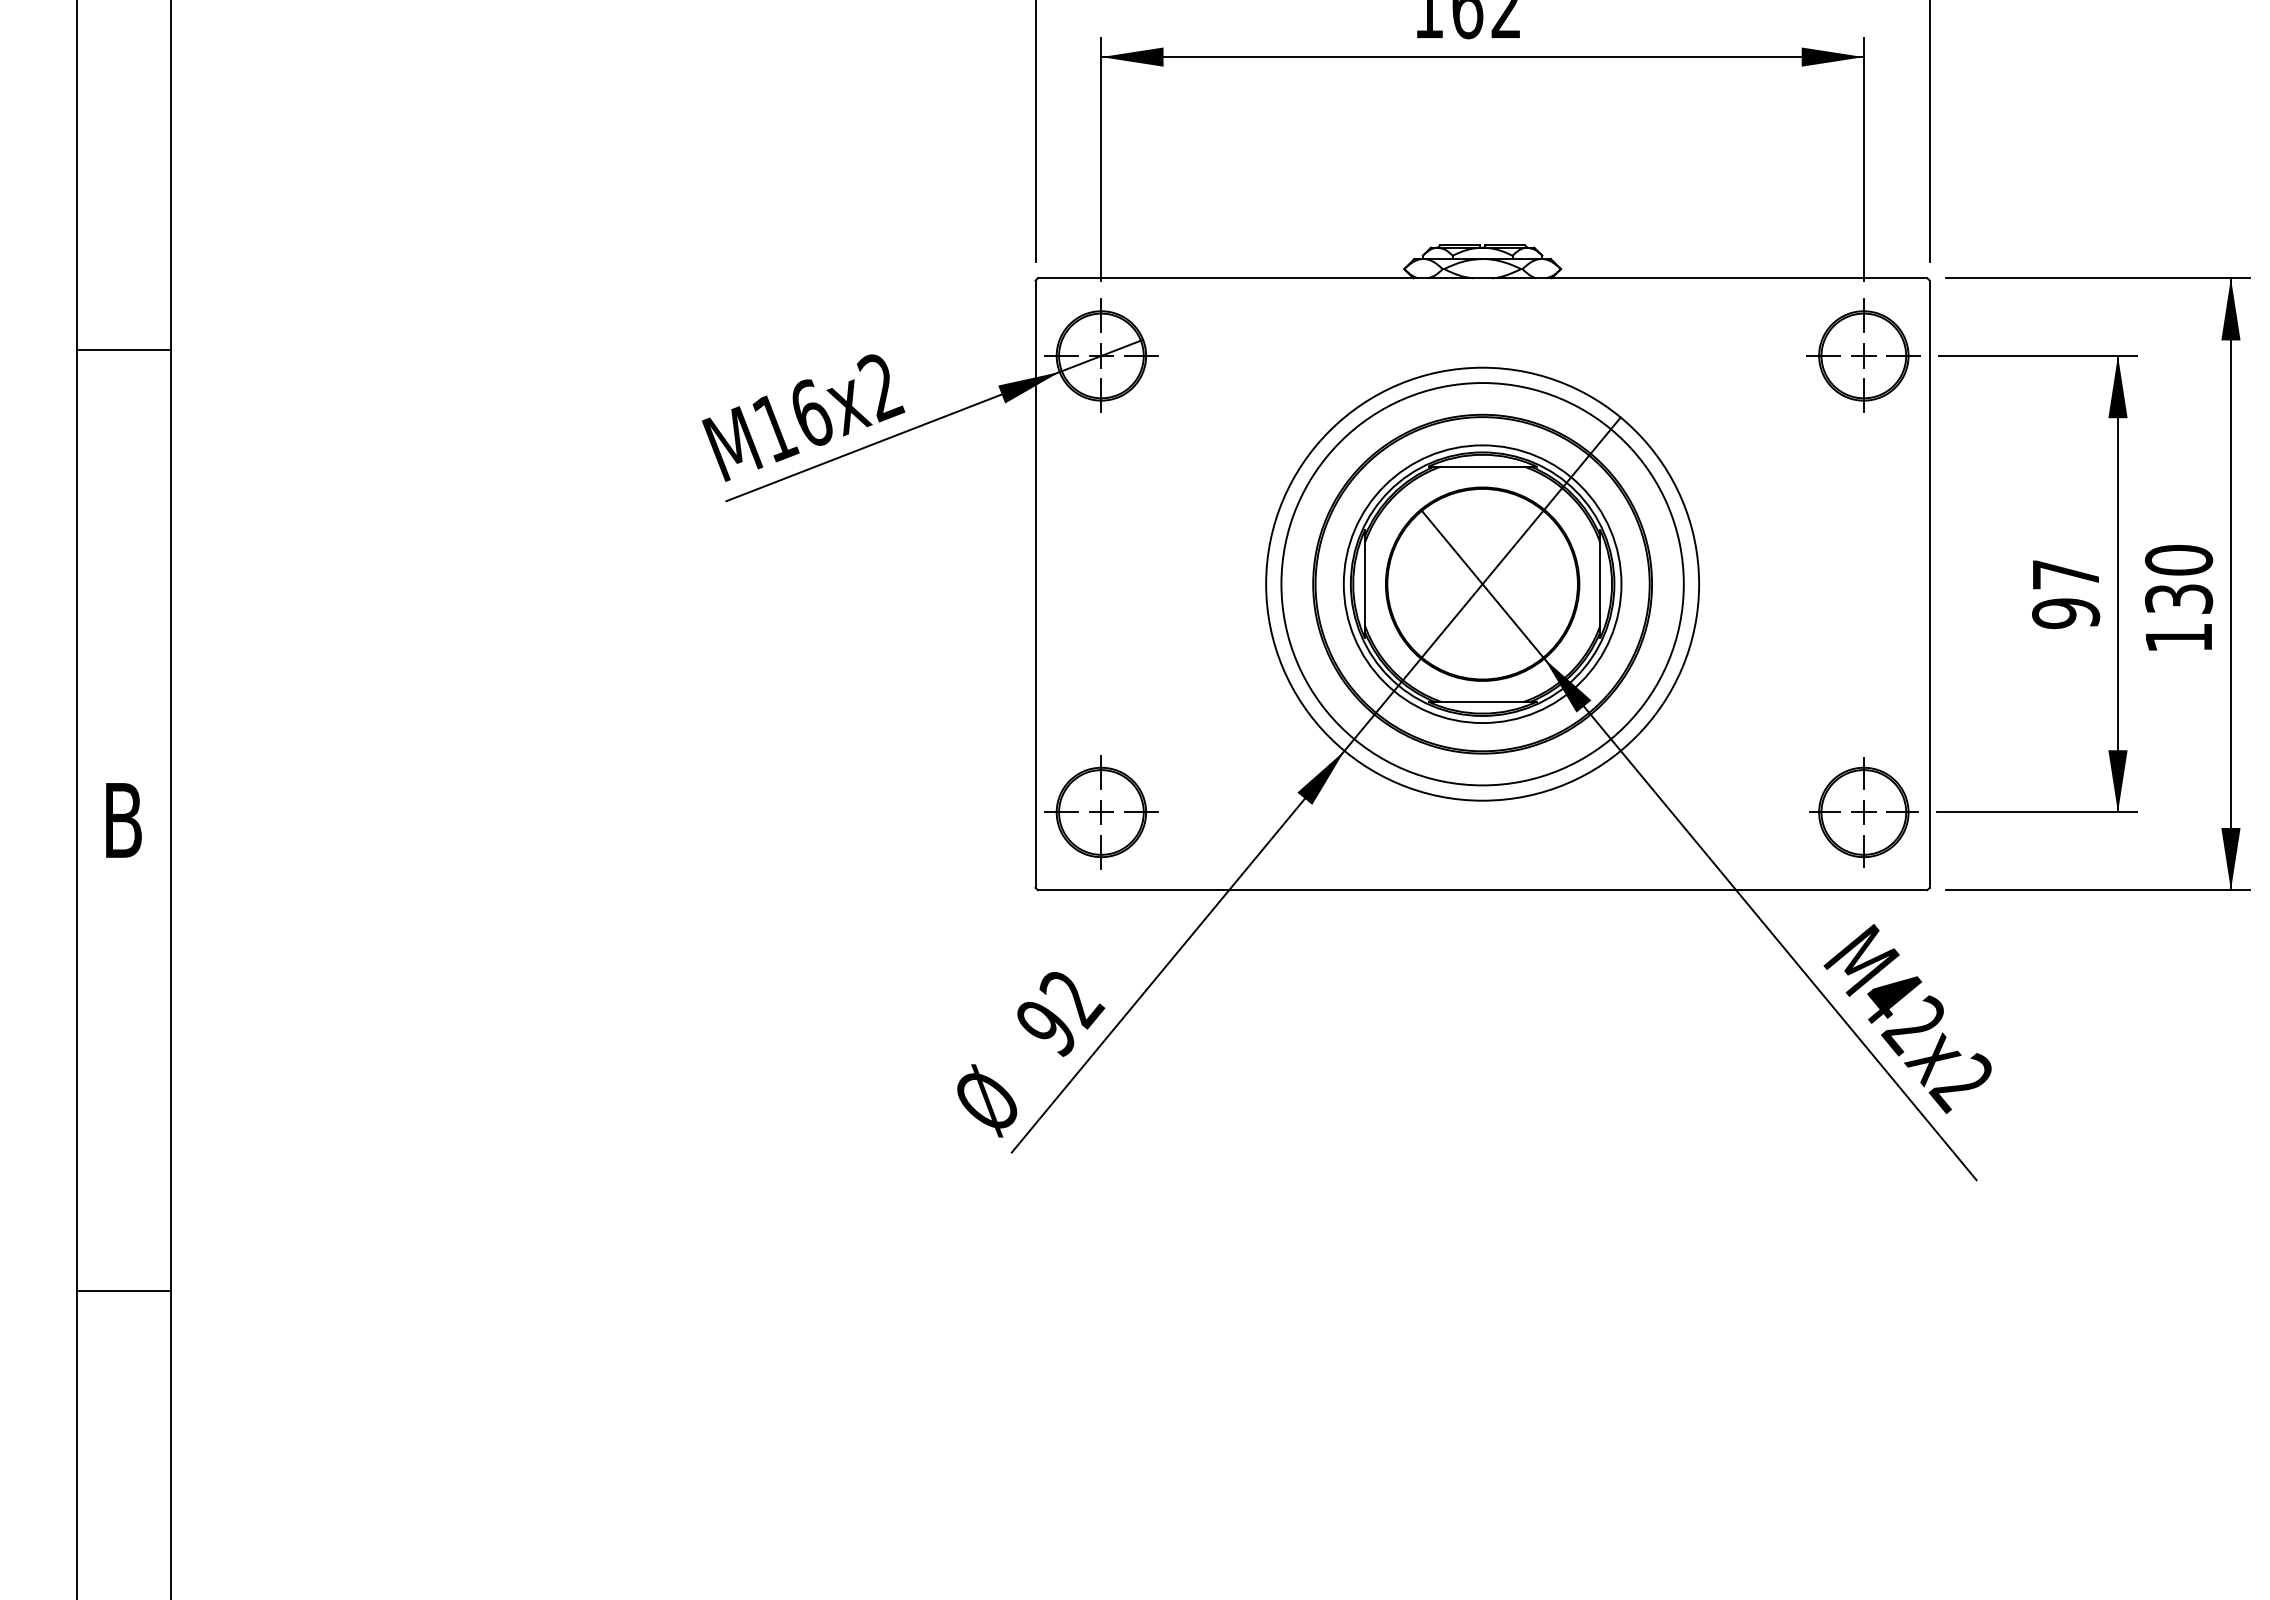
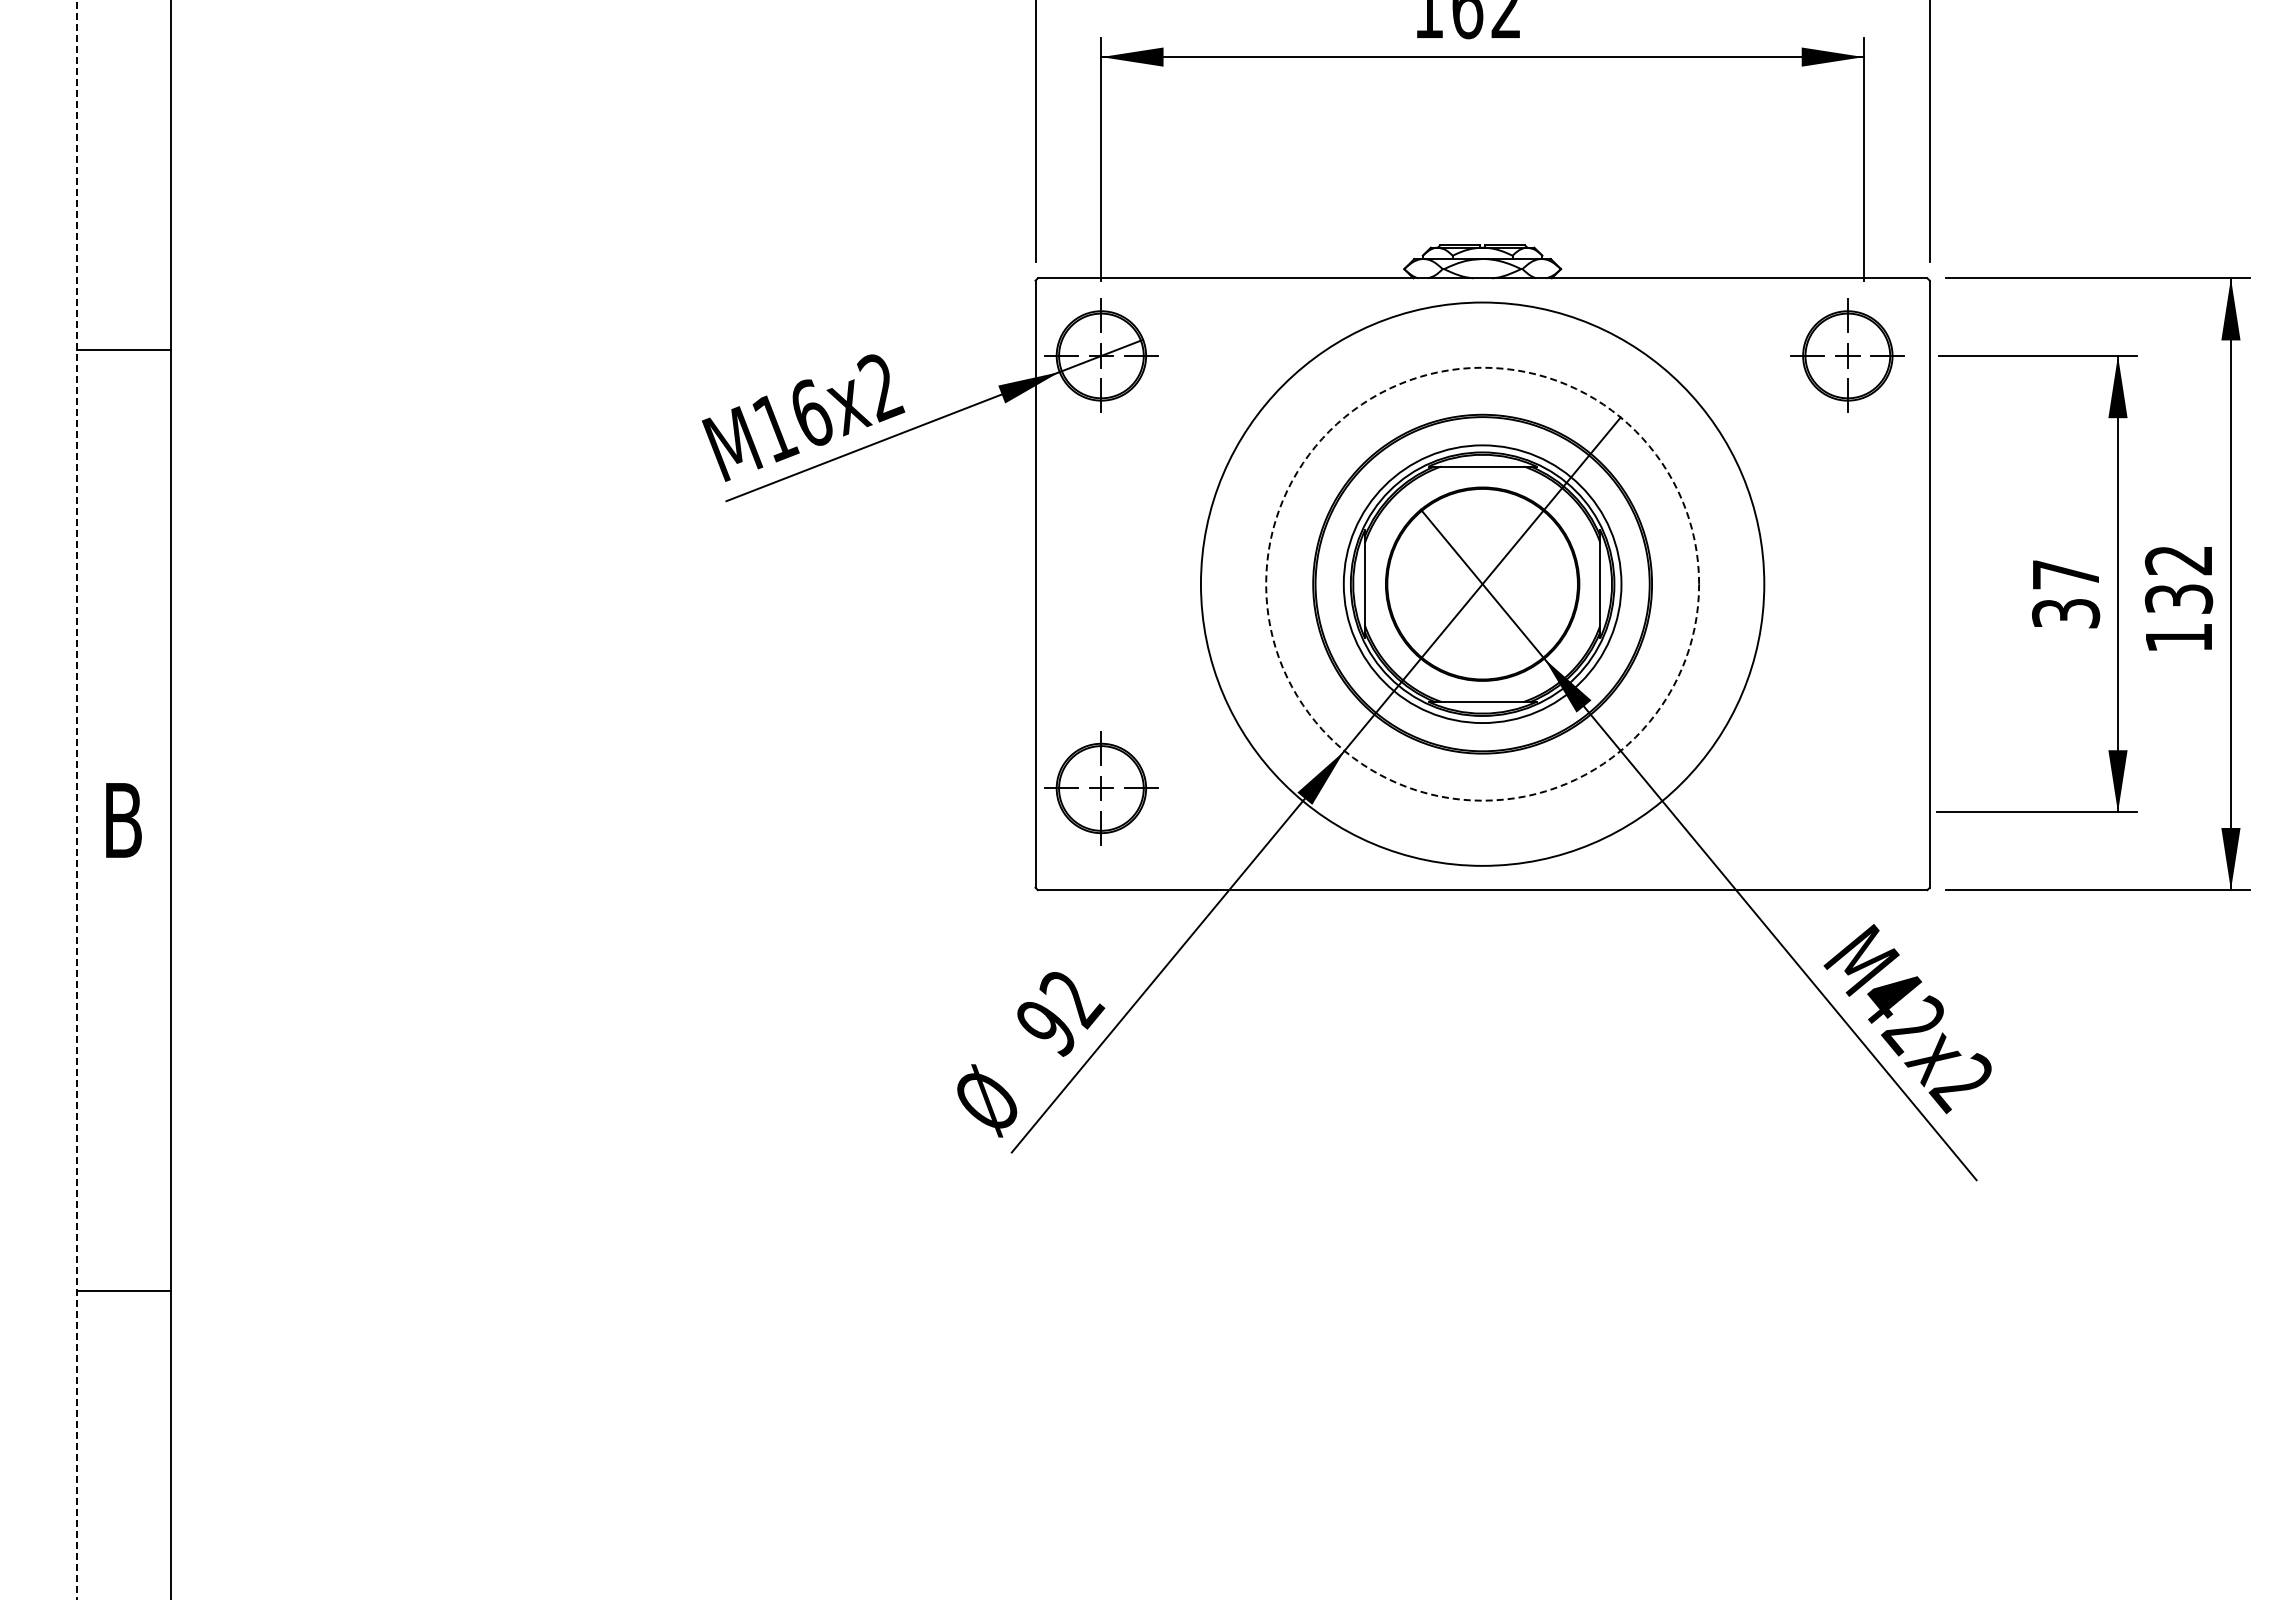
part at (1863, 355) position: (1863, 355) -> (1847, 355)
text at (2178, 560): 130 -> 132
circle at (1482, 583): solid -> dashed
circle at (1482, 584) diameter: 402 px -> 563 px
text at (2066, 613): 97 -> 37
line at (76, 799): solid -> dashed
part at (1101, 812) position: (1101, 812) -> (1101, 788)
part at (1863, 812): present -> none
